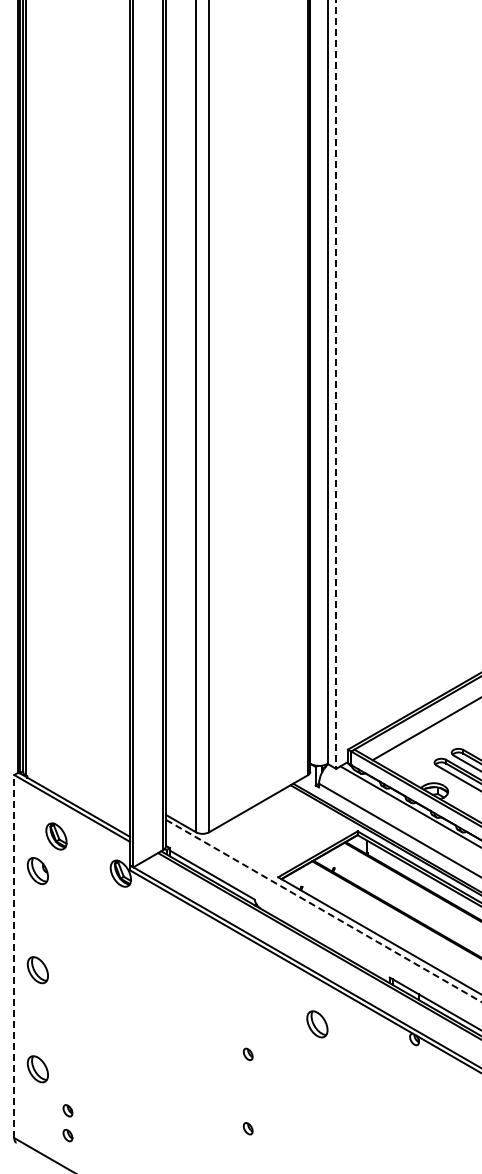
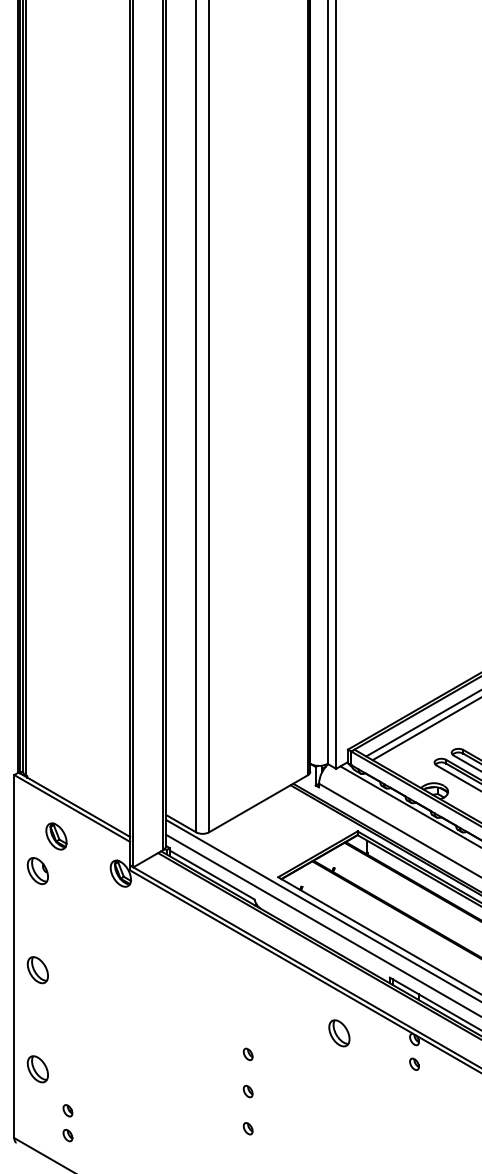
line at (336, 384): dashed -> solid
line at (422, 723): none -> present
line at (323, 910): dashed -> solid
line at (322, 924): none -> present
line at (14, 956): dashed -> solid
part at (317, 1024) position: (317, 1024) -> (339, 1033)
part at (414, 1063): none -> present
part at (247, 1091): none -> present
